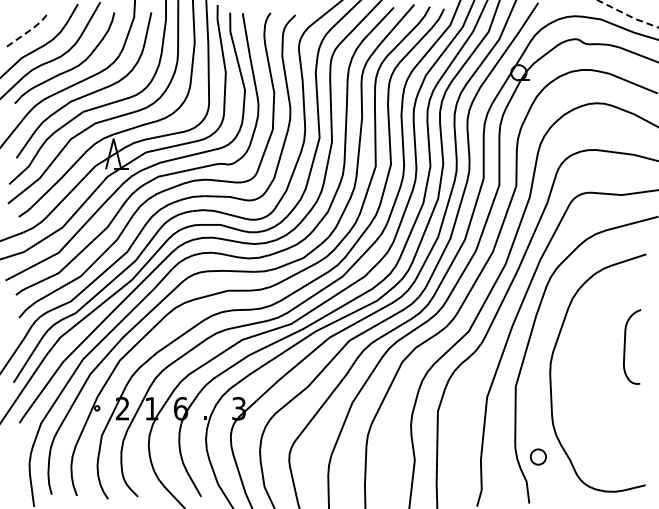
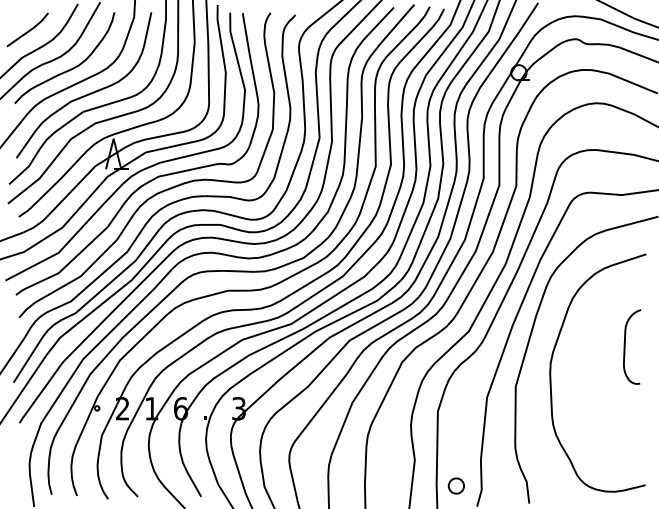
line at (628, 15): dashed -> solid
line at (30, 30): dashed -> solid
circle at (537, 456) position: (537, 456) -> (455, 485)
